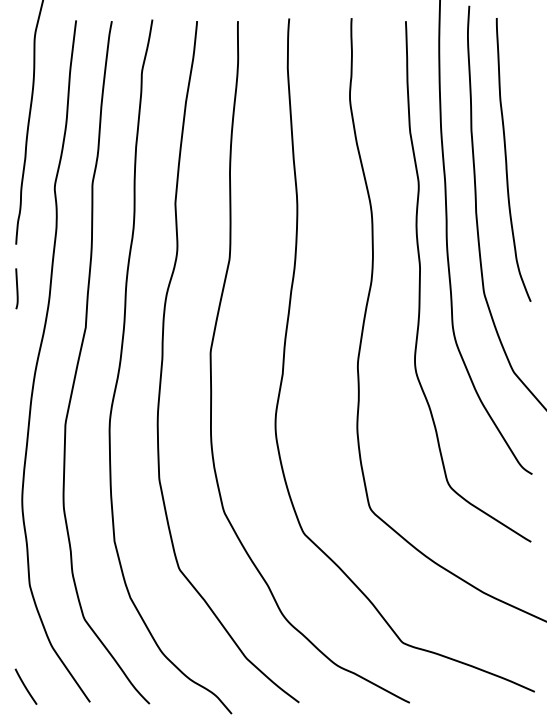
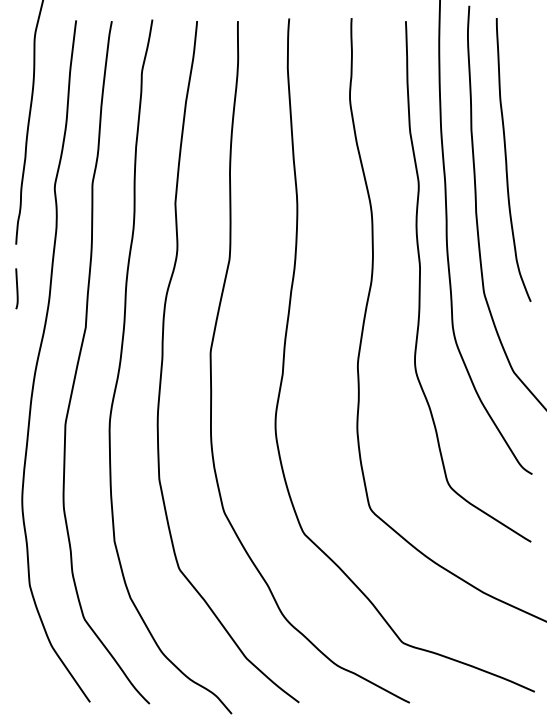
line at (25, 686): present -> none
